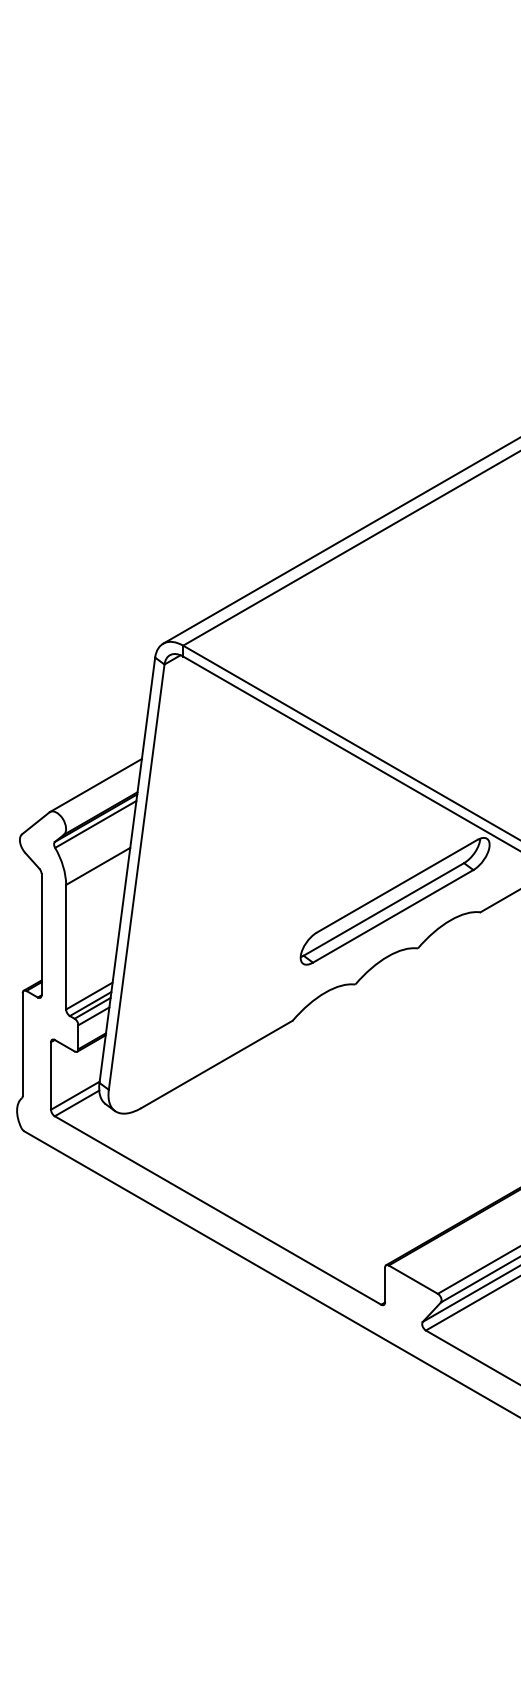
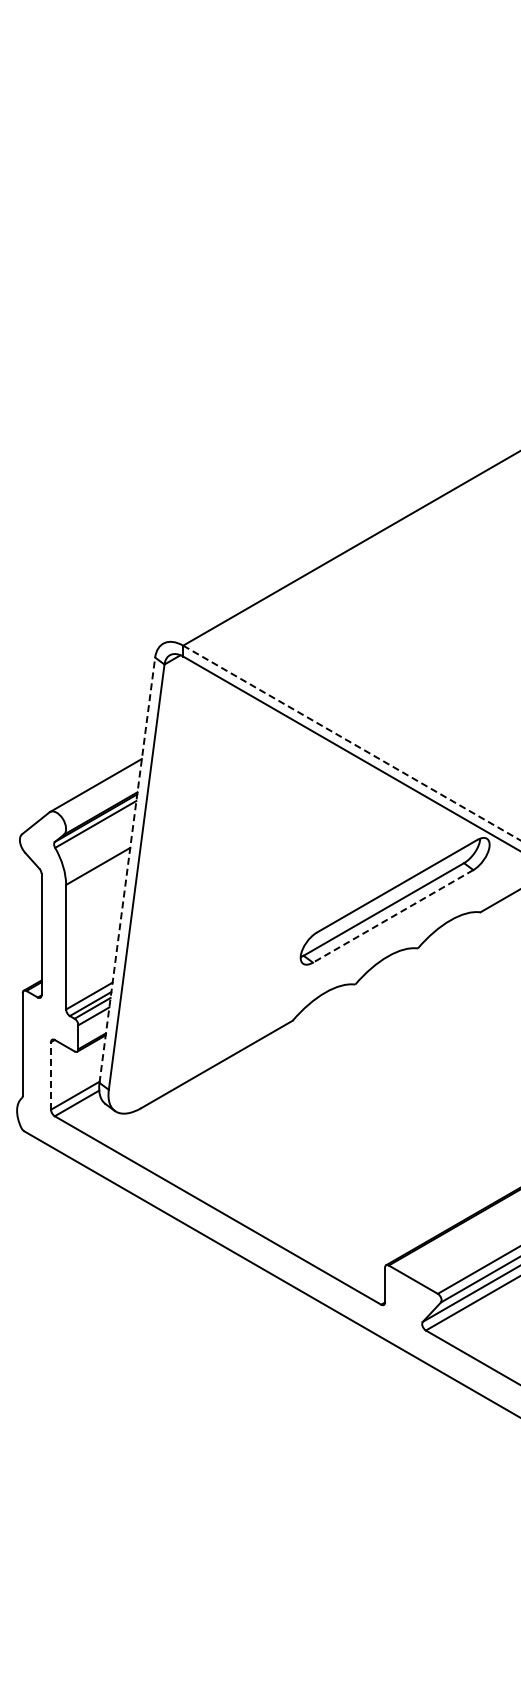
line at (340, 541): present -> none
line at (352, 743): solid -> dashed
line at (127, 869): solid -> dashed
line at (393, 916): solid -> dashed
line at (51, 1075): solid -> dashed
